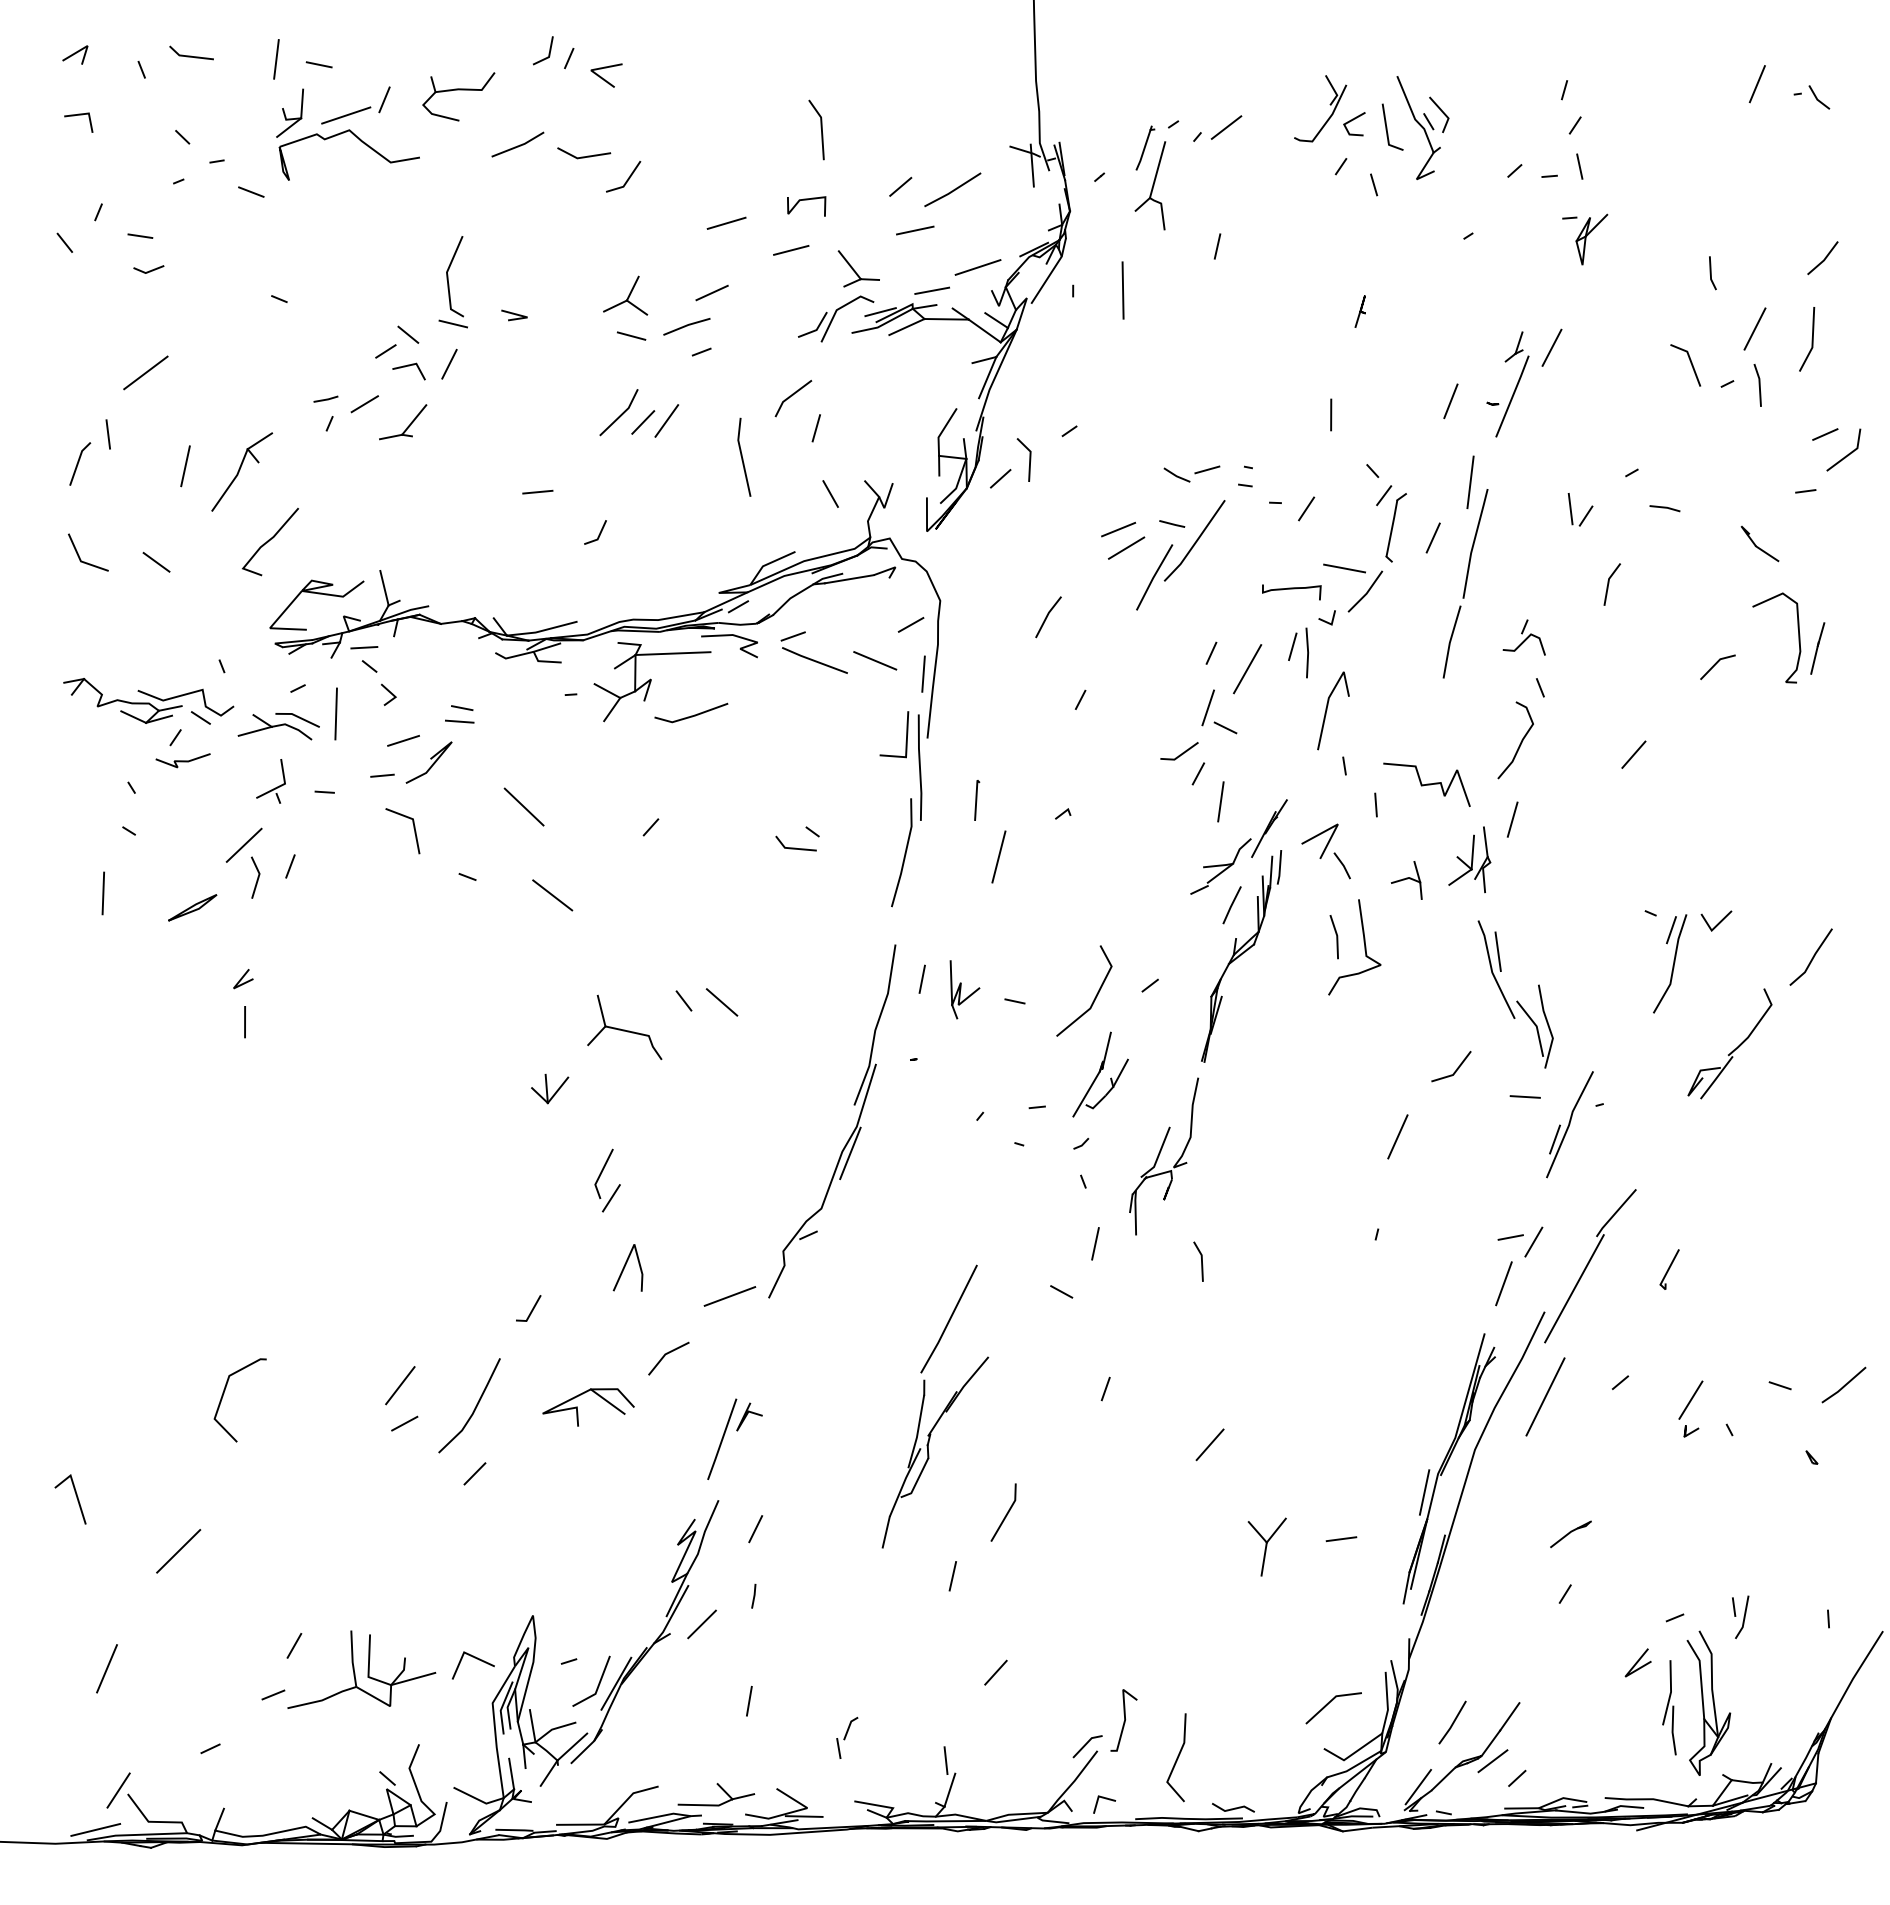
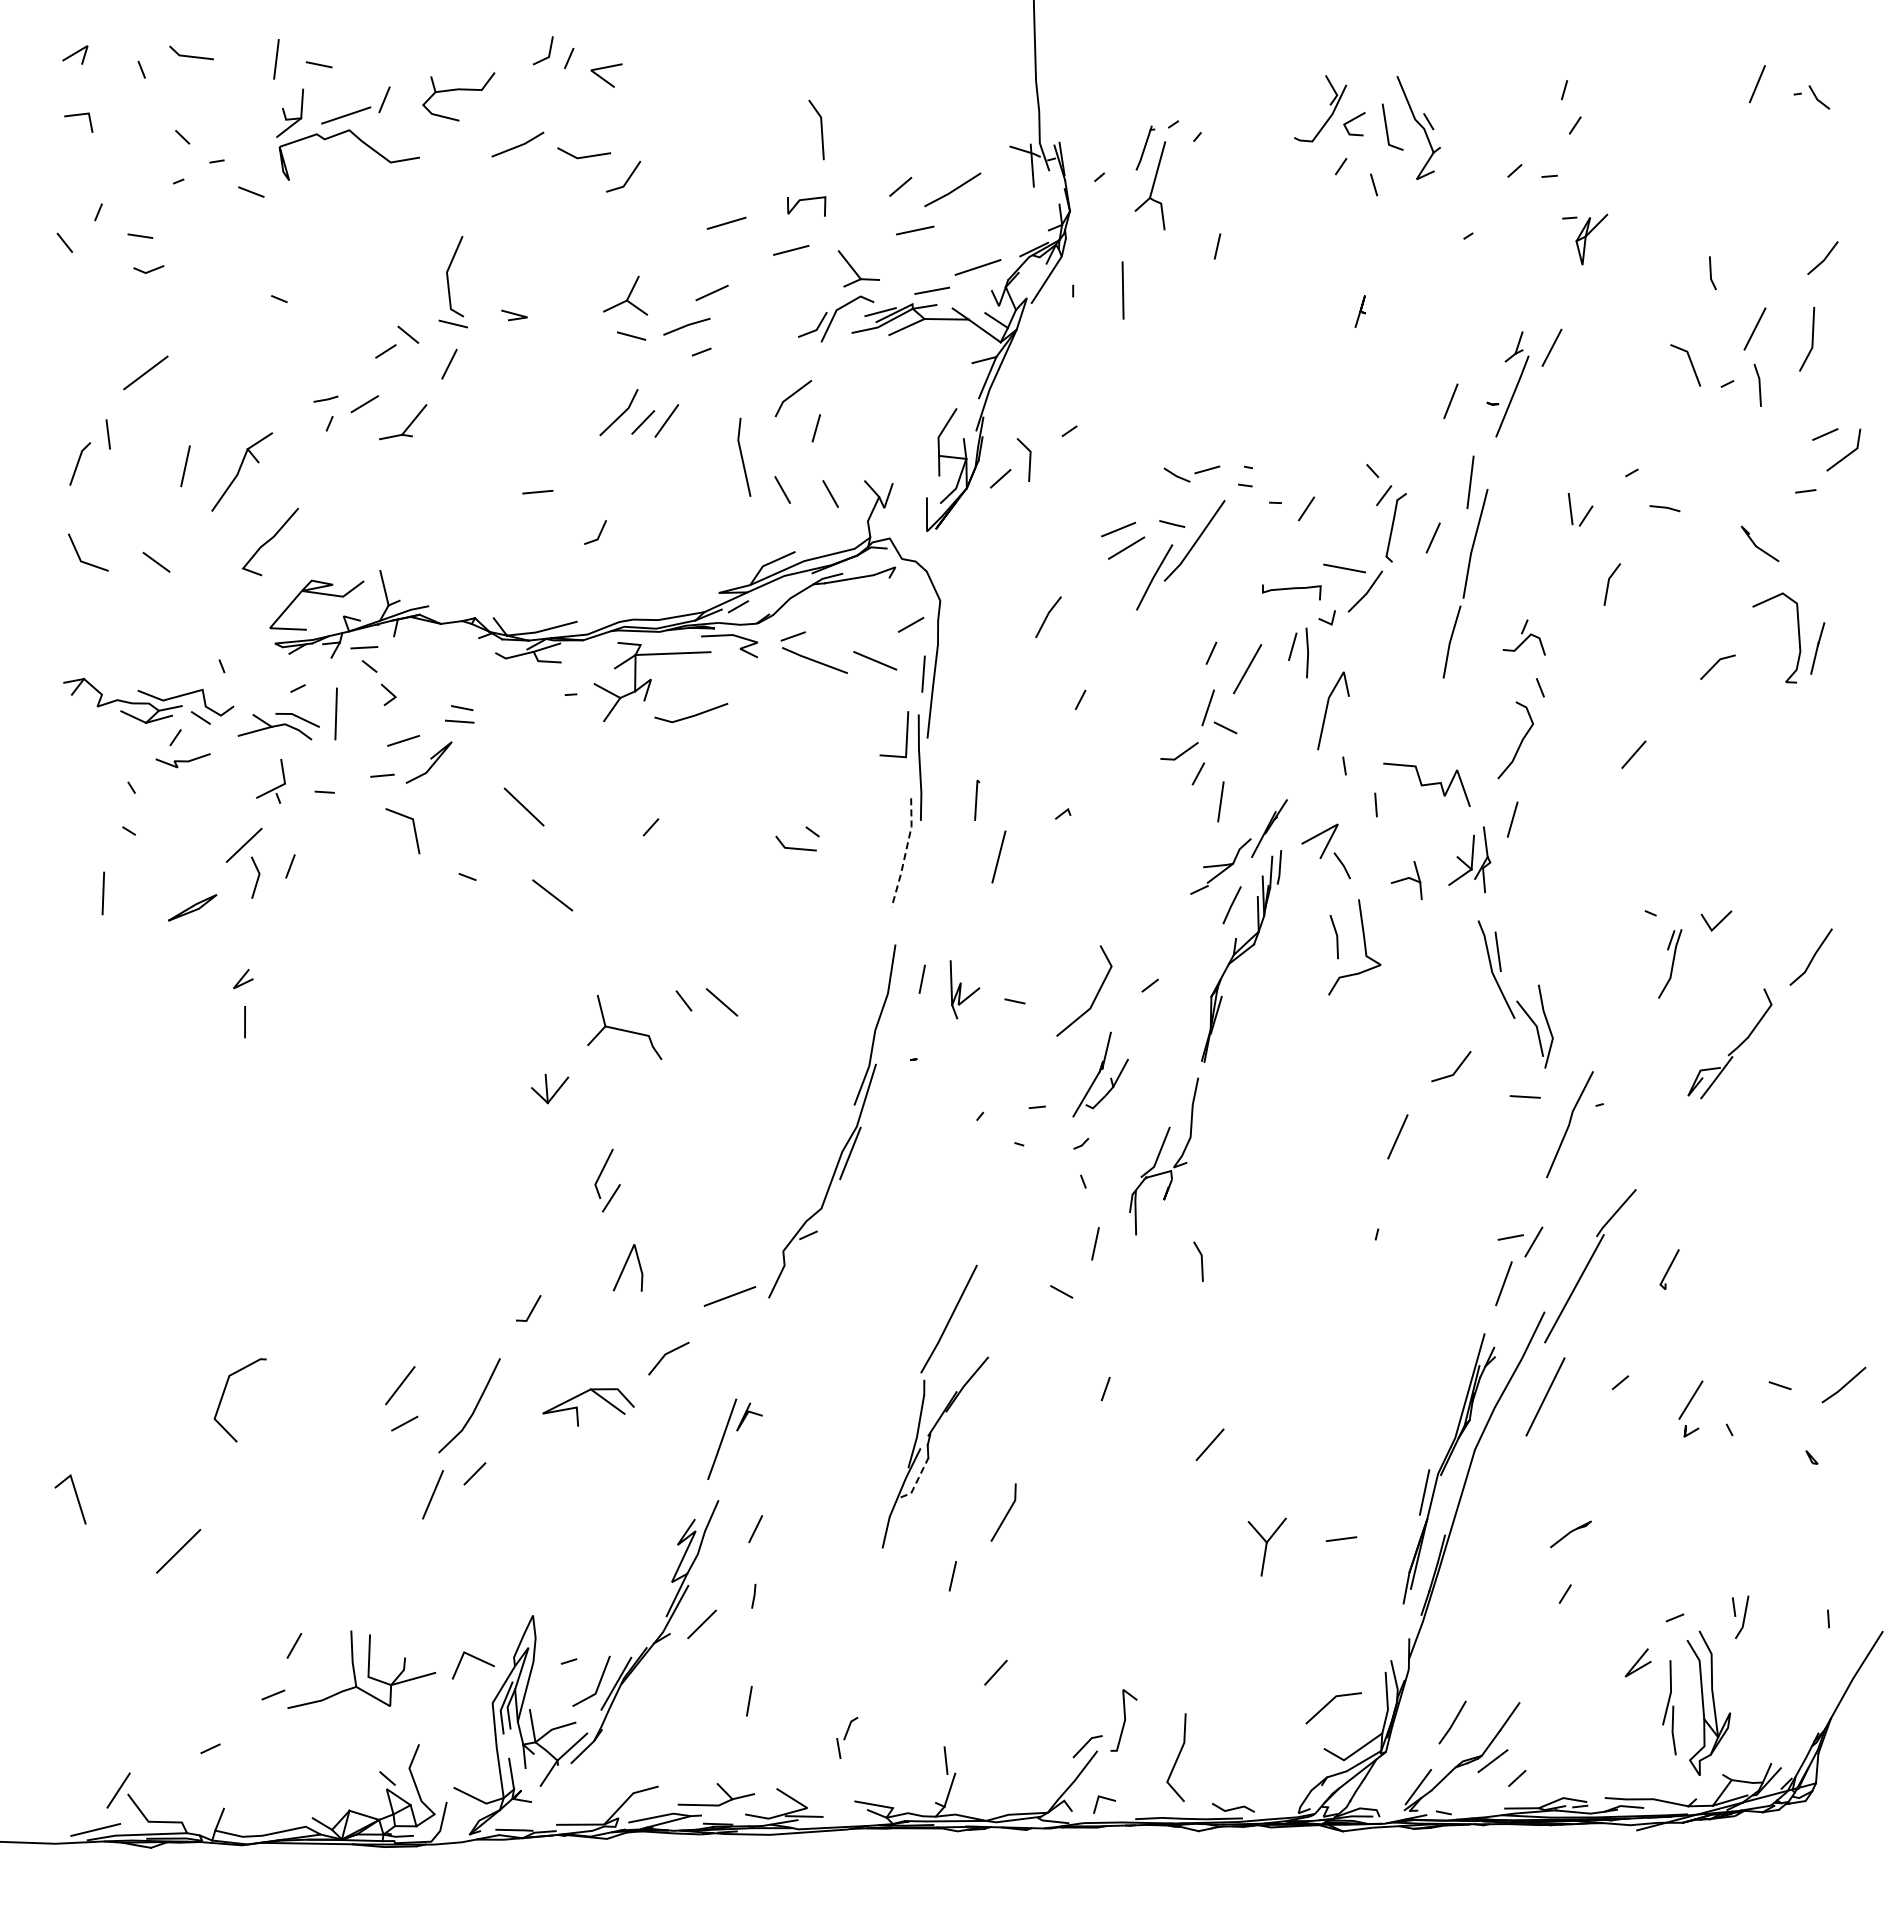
line at (1442, 113): present -> none
line at (1226, 127): present -> none
line at (1579, 166): present -> none
line at (408, 366): present -> none
line at (1331, 414): present -> none
line at (782, 489): none -> present
line at (905, 853): solid -> dashed
part at (1670, 963) size: 35x100 px -> 25x70 px
line at (1554, 1139): present -> none
line at (917, 1480): solid -> dashed
line at (106, 1668) position: (106, 1668) -> (432, 1494)
